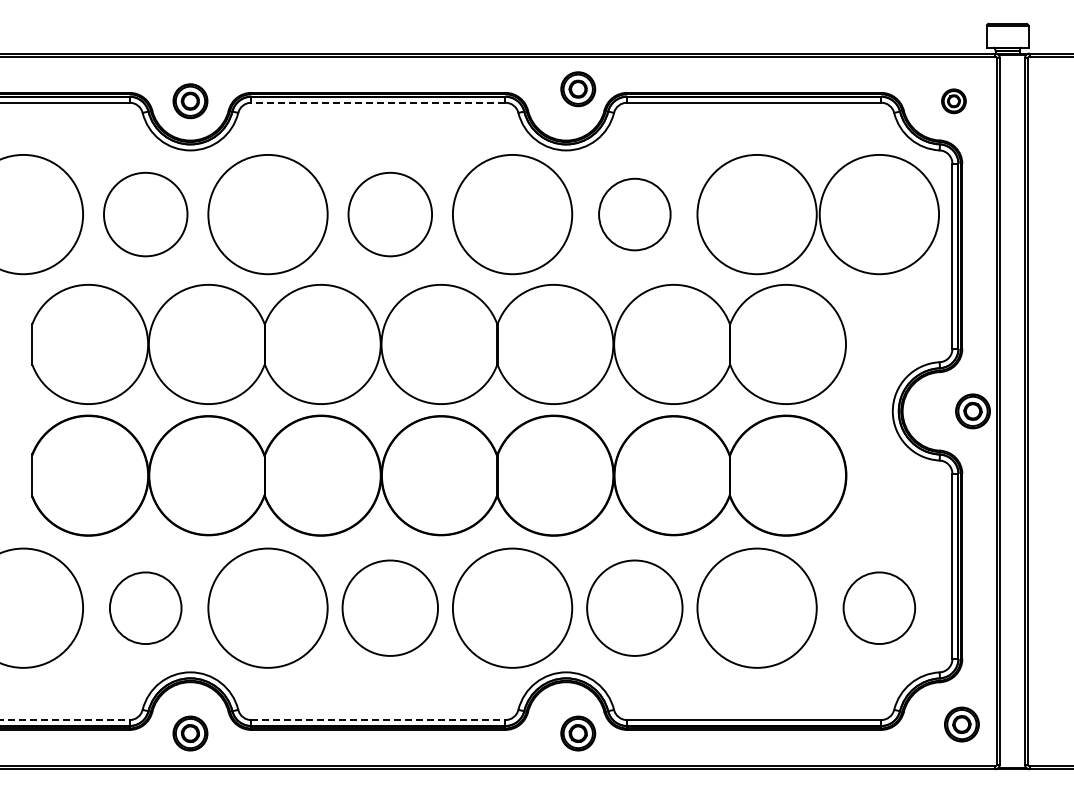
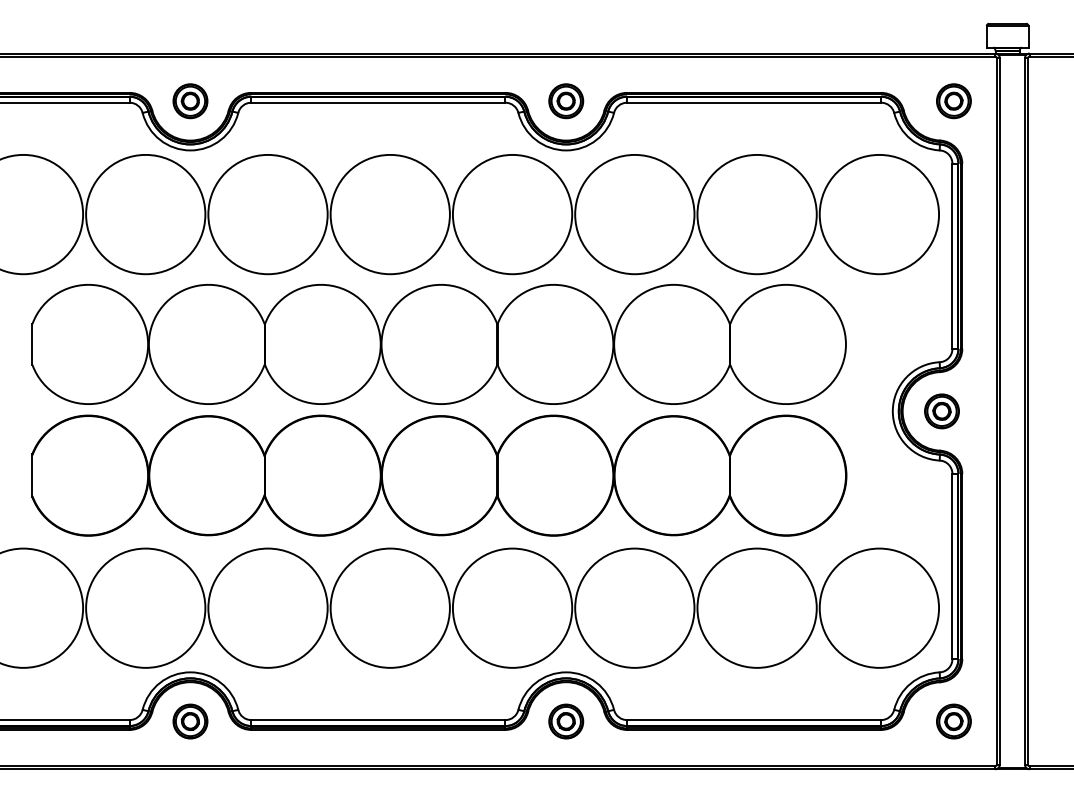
part at (578, 89) position: (578, 89) -> (566, 101)
part at (953, 101) size: 26x27 px -> 36x37 px
line at (377, 102): dashed -> solid
circle at (145, 214) diameter: 84 px -> 119 px
circle at (390, 214) diameter: 84 px -> 119 px
circle at (634, 214) diameter: 72 px -> 119 px
part at (972, 411) position: (972, 411) -> (941, 411)
circle at (390, 607) diameter: 95 px -> 119 px
circle at (634, 607) diameter: 95 px -> 119 px
circle at (145, 608) diameter: 72 px -> 119 px
circle at (879, 608) diameter: 72 px -> 119 px
line at (64, 720): dashed -> solid
line at (378, 720): dashed -> solid
part at (961, 724) position: (961, 724) -> (953, 721)
part at (190, 733) position: (190, 733) -> (190, 721)
part at (578, 733) position: (578, 733) -> (566, 721)
